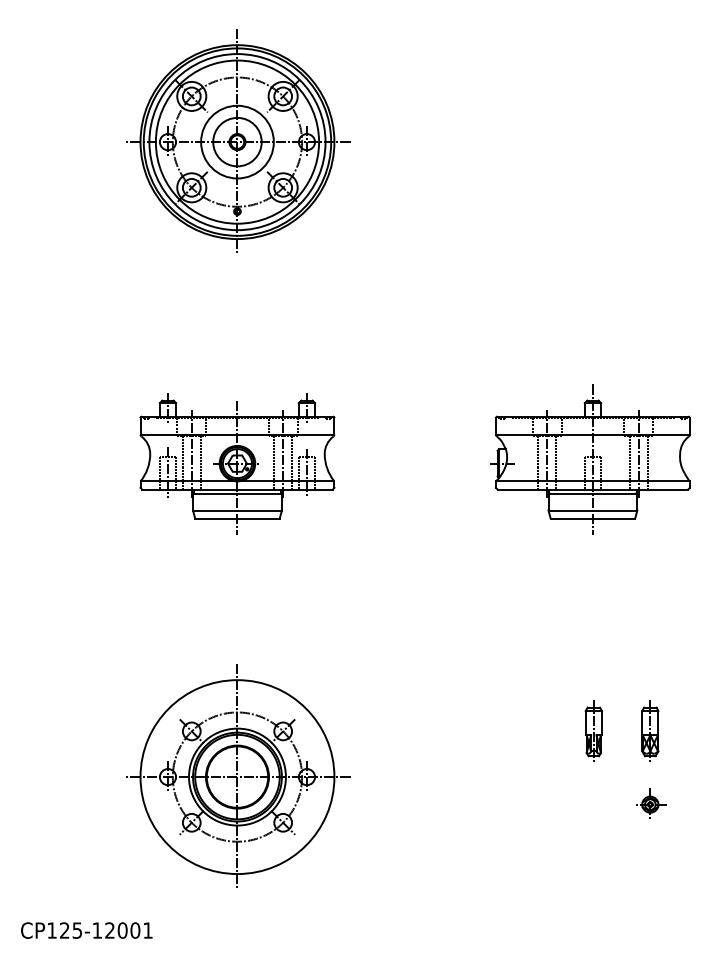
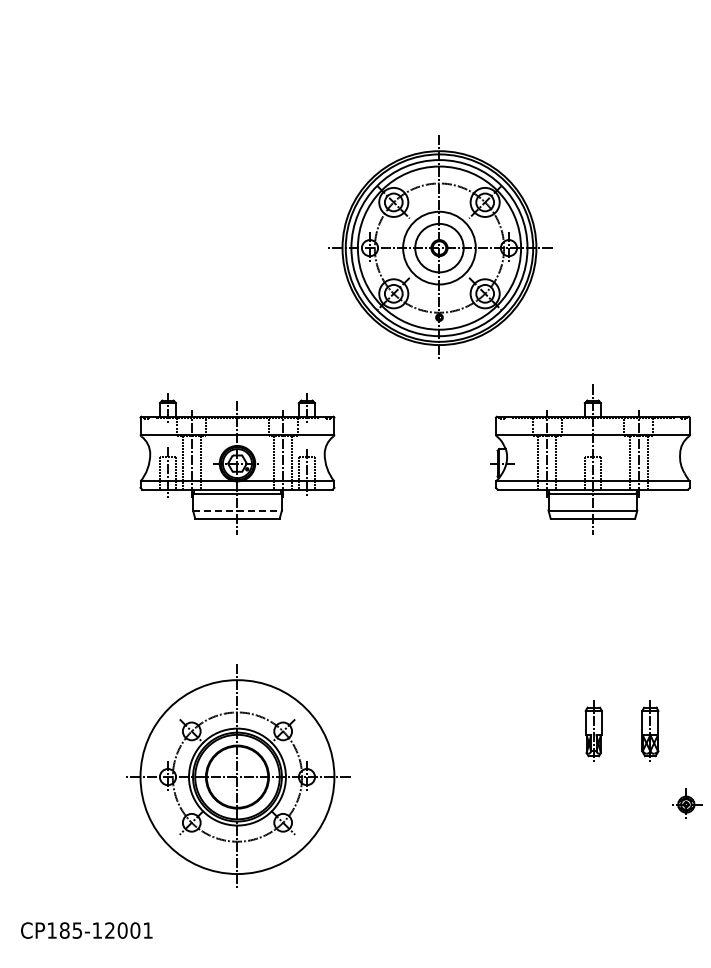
part at (238, 140) position: (238, 140) -> (440, 246)
line at (237, 510): solid -> dashed
part at (651, 803) position: (651, 803) -> (687, 803)
text at (64, 930): CP125-12001 -> CP185-12001
